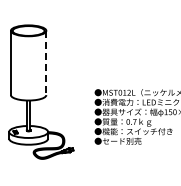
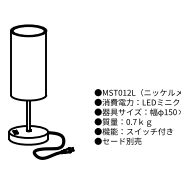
line at (46, 63): dashed -> solid
